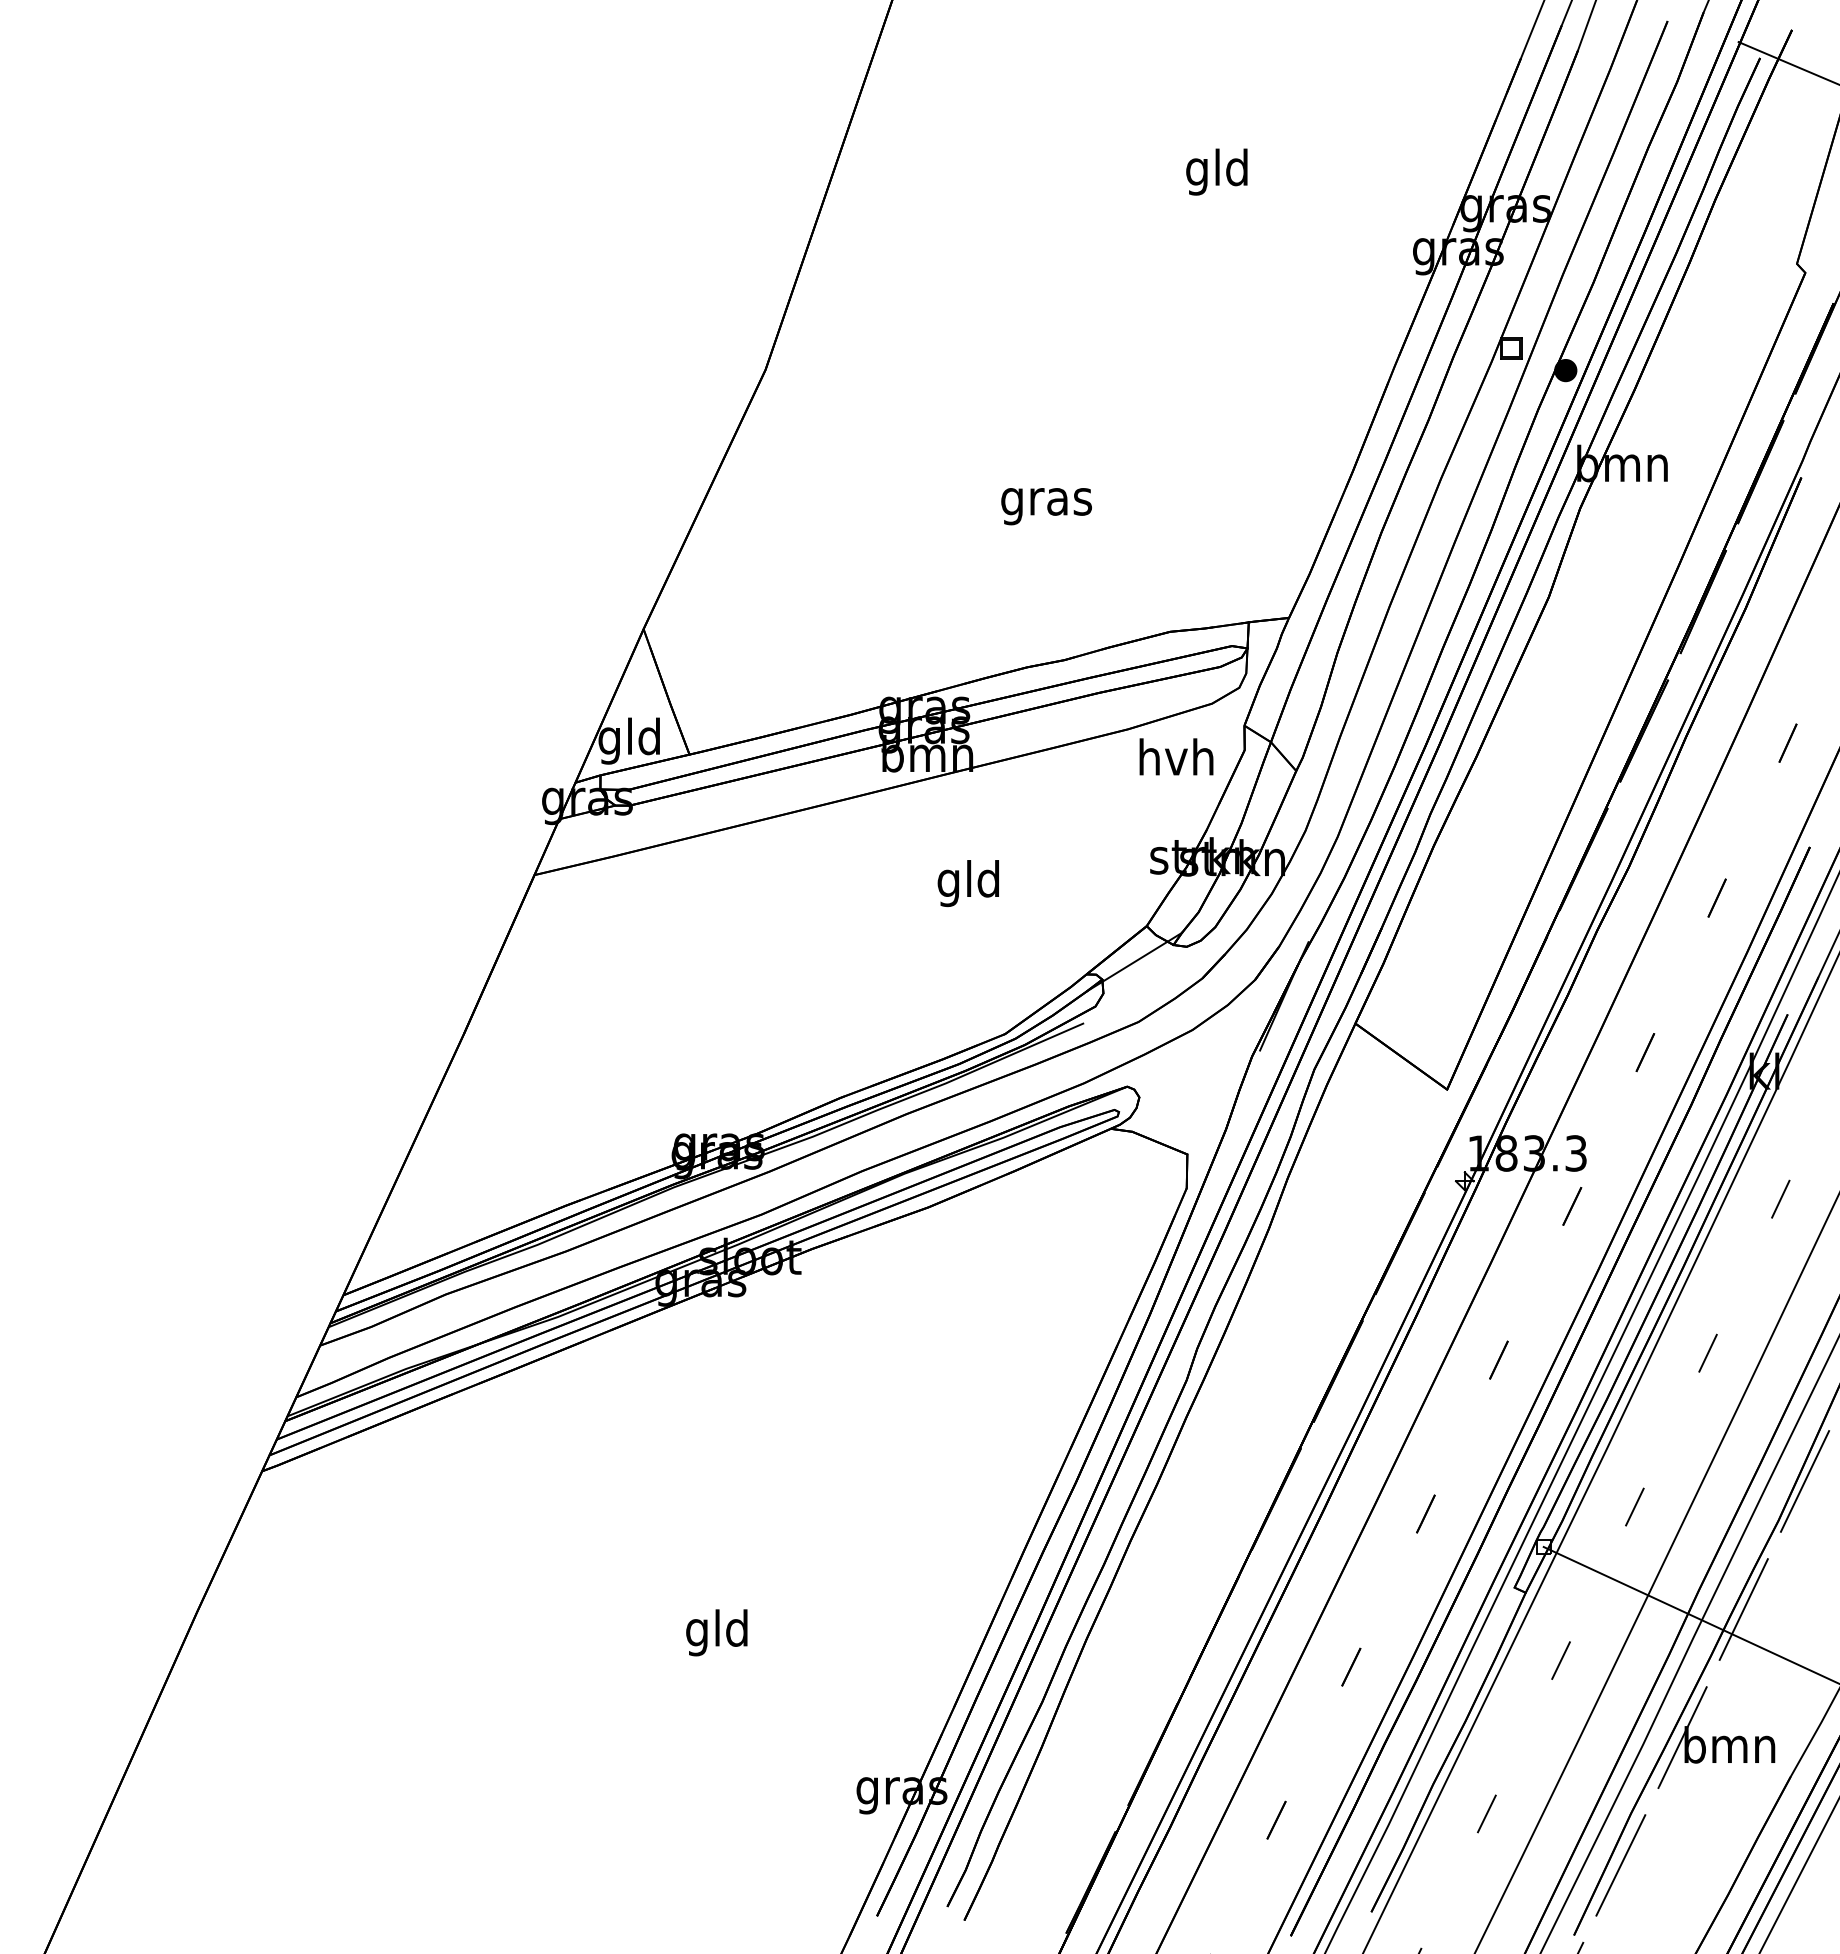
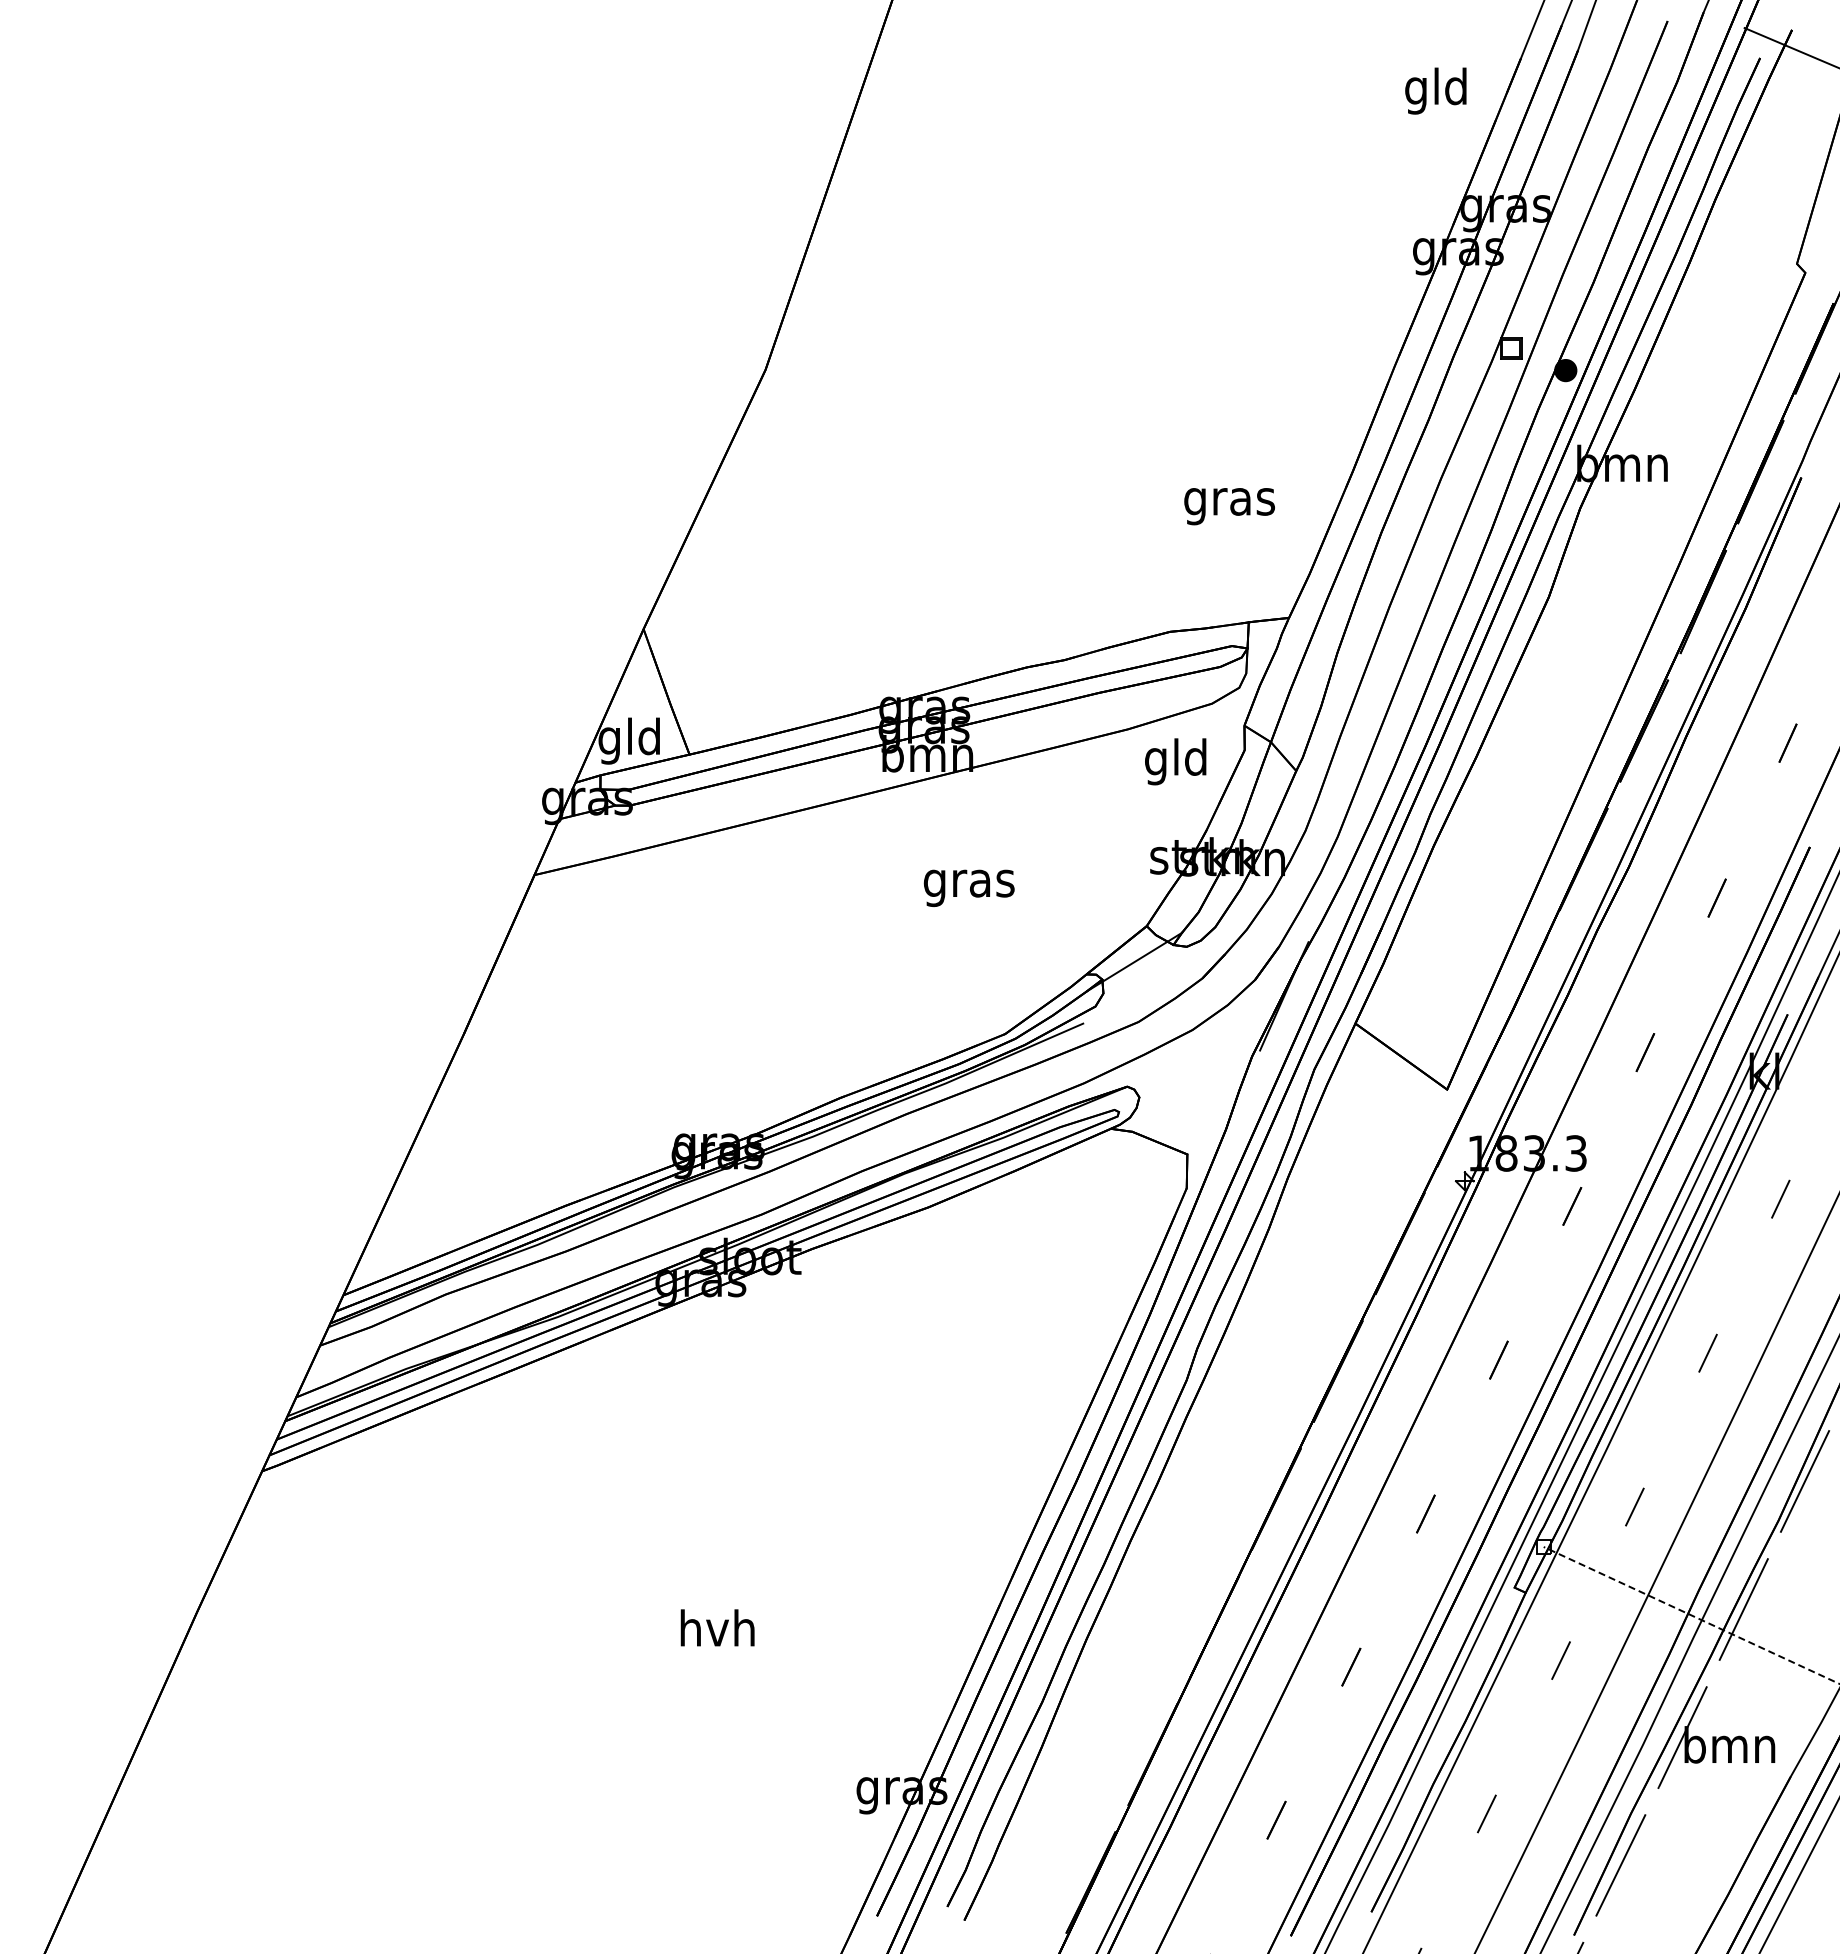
line at (1787, 62) position: (1787, 62) -> (1790, 47)
text at (1216, 171) position: (1216, 171) -> (1435, 90)
text at (1046, 506) position: (1046, 506) -> (1229, 506)
text at (1176, 761): hvh -> gld
text at (968, 883): gld -> gras
line at (1691, 1615): solid -> dashed
text at (717, 1632): gld -> hvh
